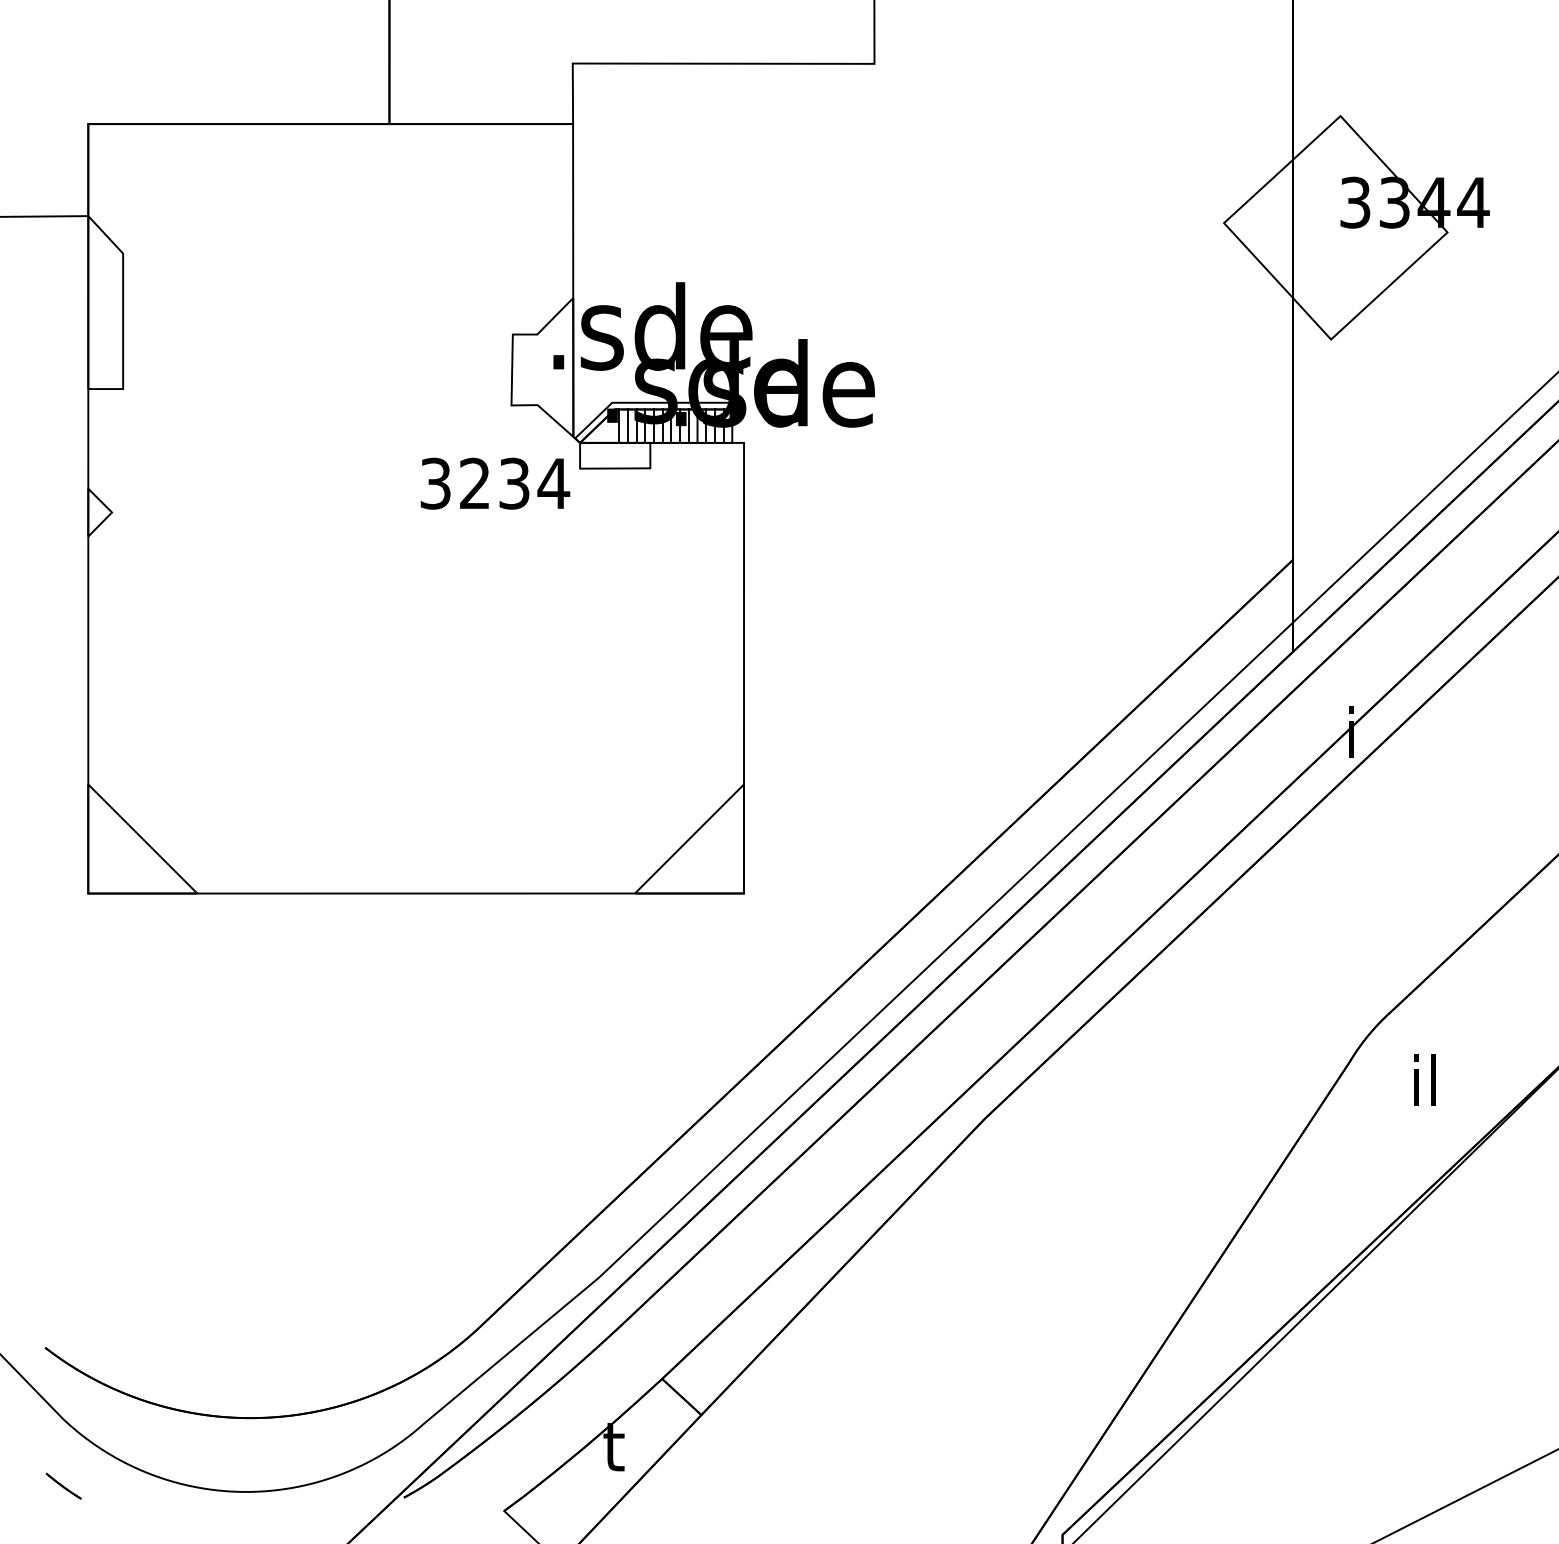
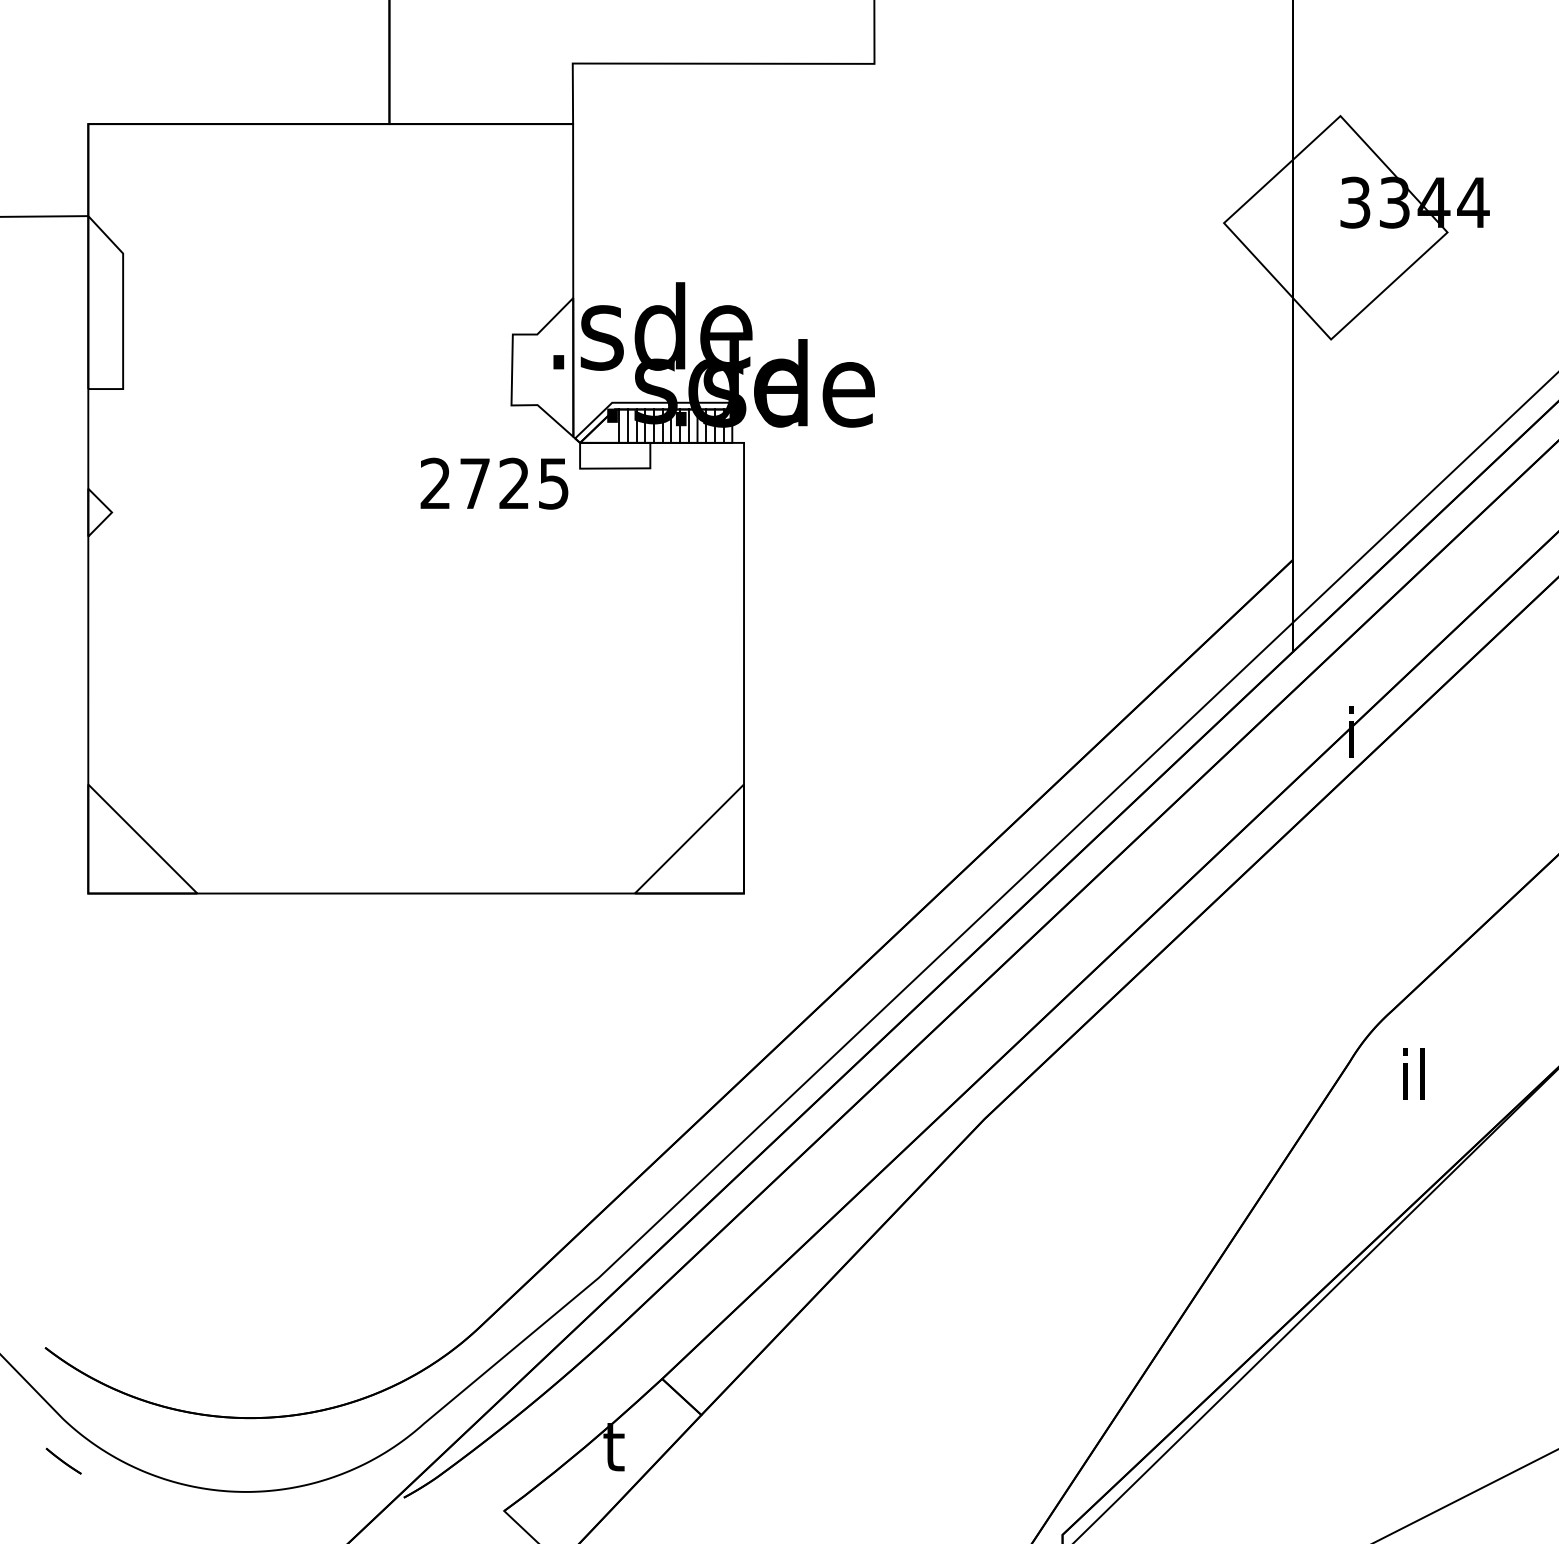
text at (495, 483): 3234 -> 2725
text at (1424, 1079) position: (1424, 1079) -> (1413, 1073)
line at (63, 1485) position: (63, 1485) -> (63, 1460)
